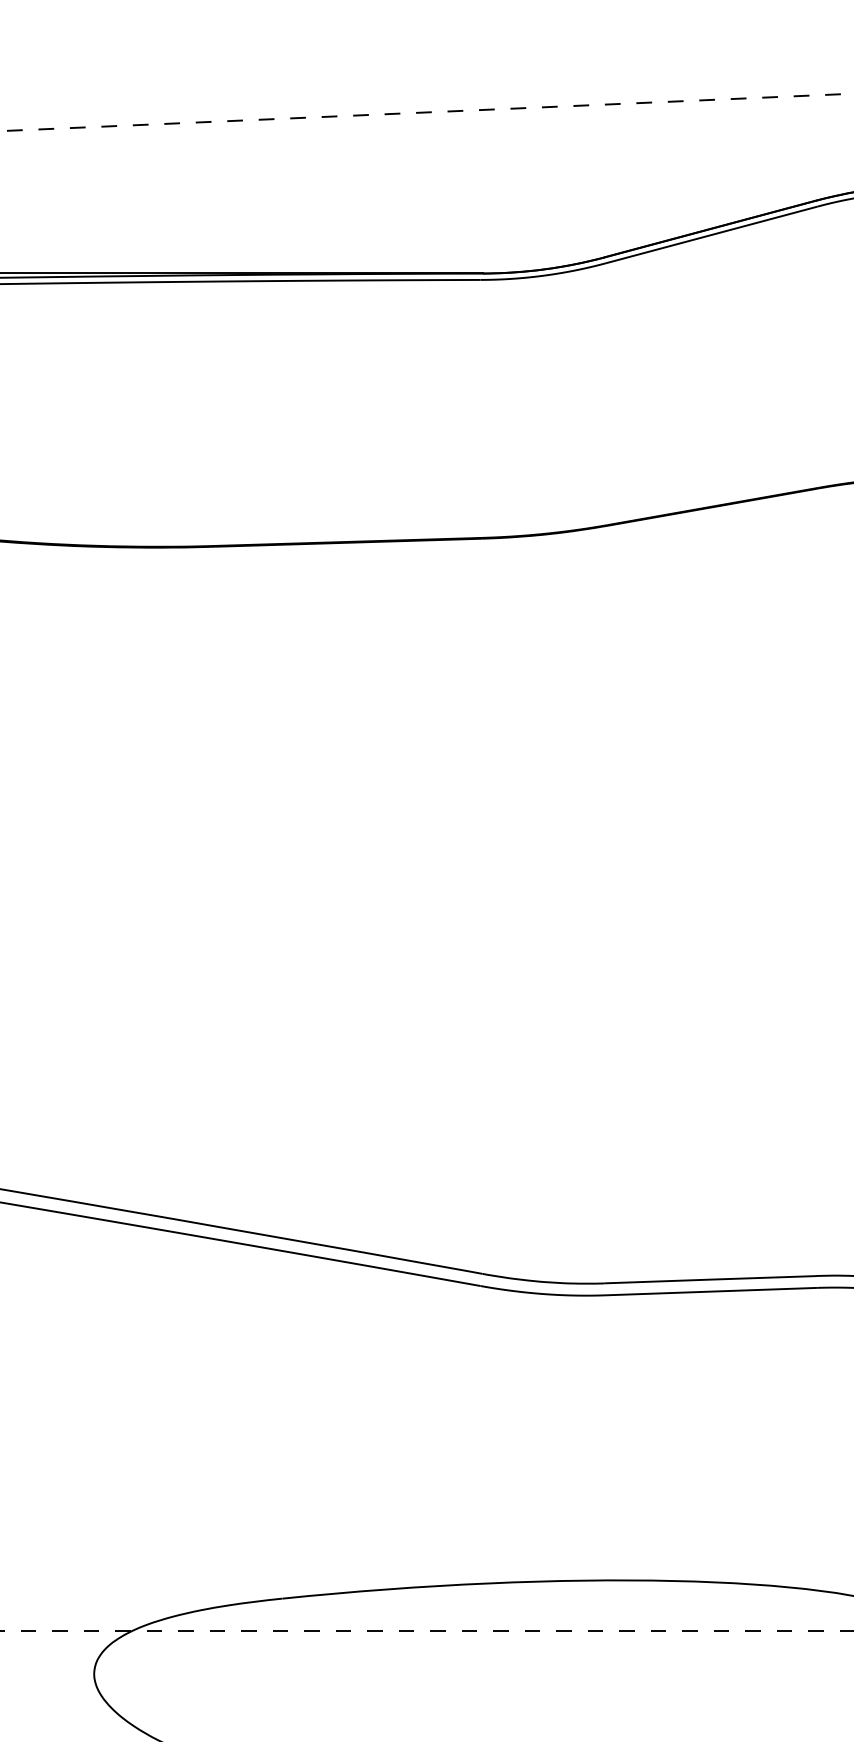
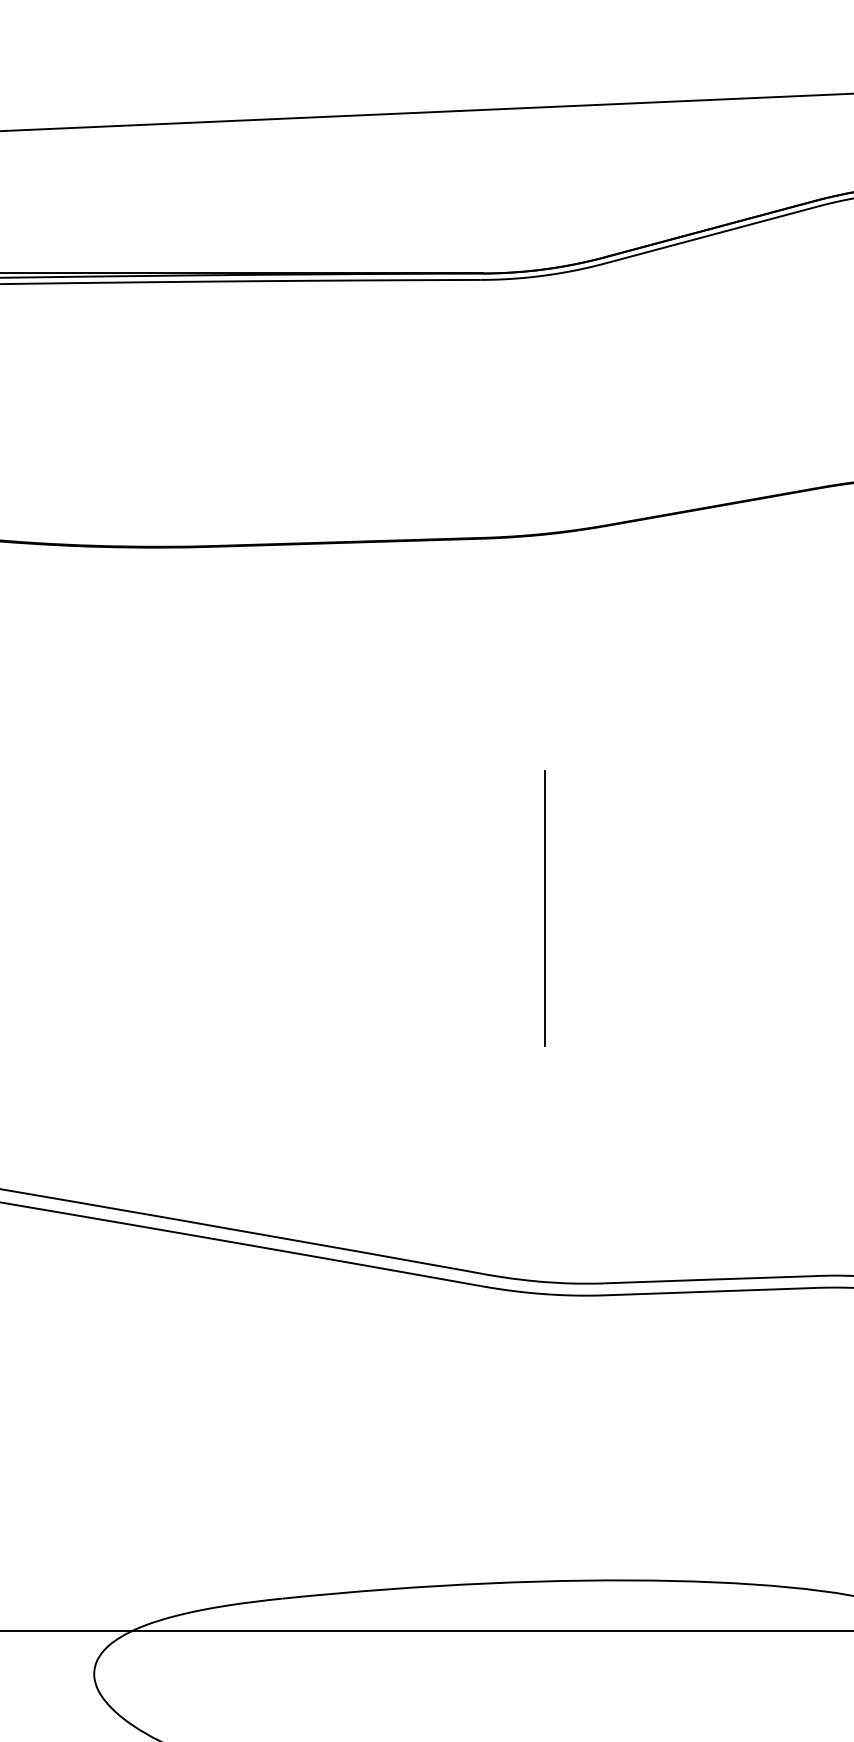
line at (426, 112): dashed -> solid
line at (544, 907): none -> present
line at (427, 1630): dashed -> solid
